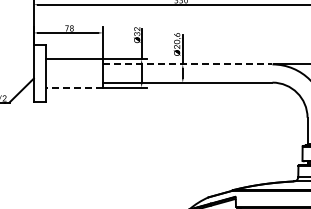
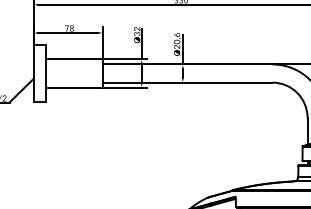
line at (187, 64): dashed -> solid
line at (74, 87): dashed -> solid
